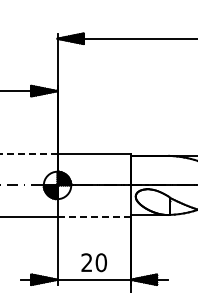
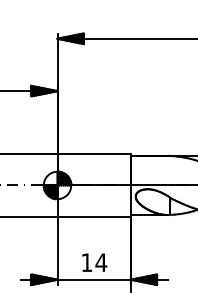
line at (28, 154): dashed -> solid
line at (94, 216): dashed -> solid
text at (94, 262): 20 -> 14
